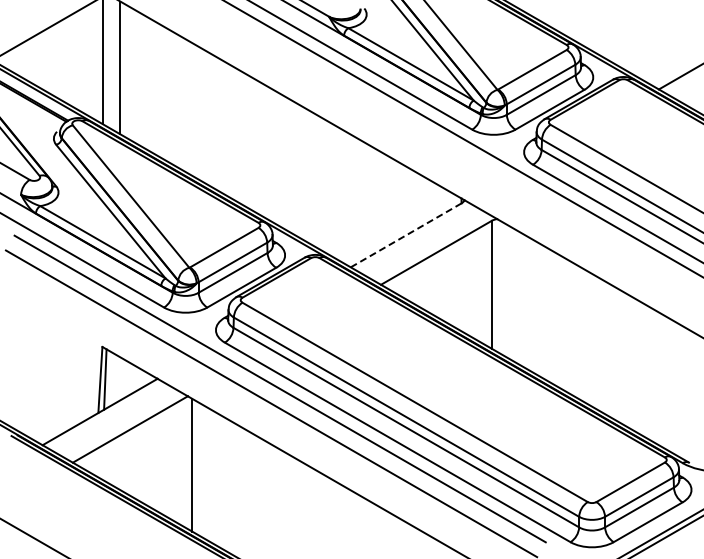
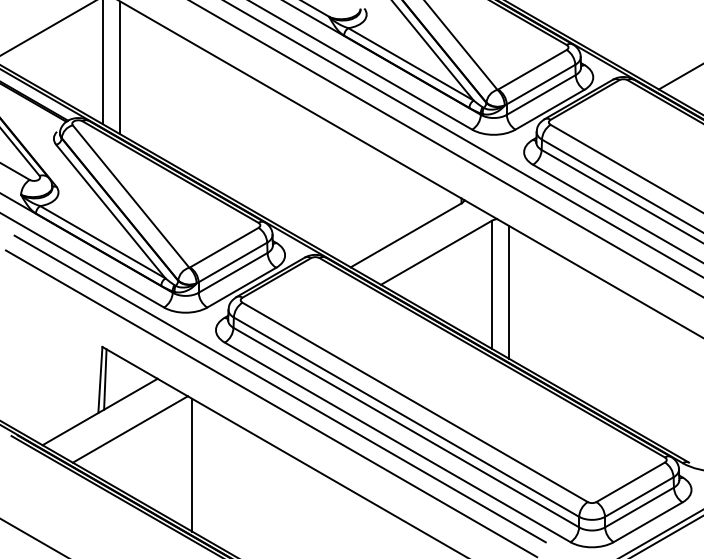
line at (445, 148): none -> present
line at (406, 235): dashed -> solid
line at (508, 291): none -> present
